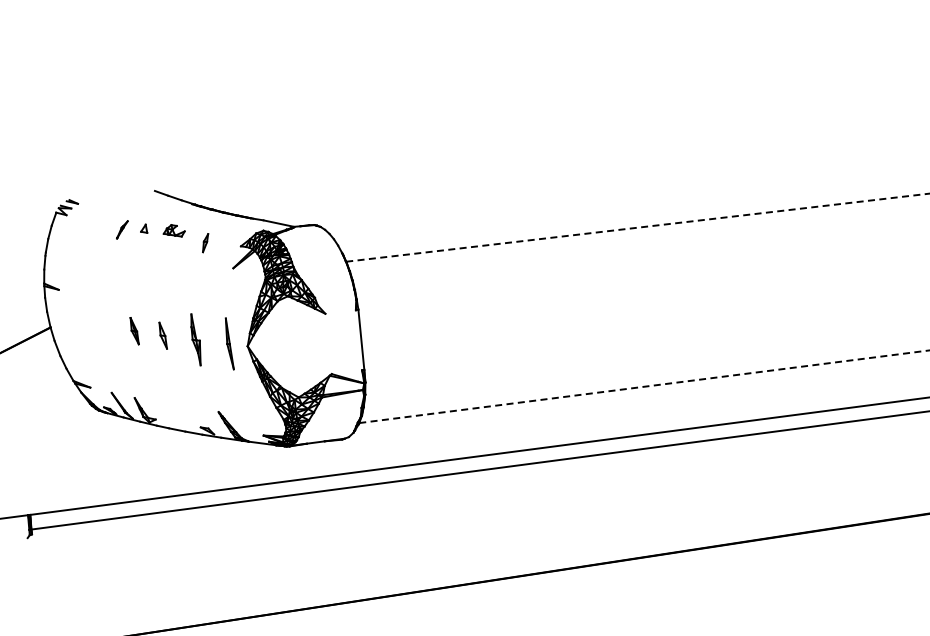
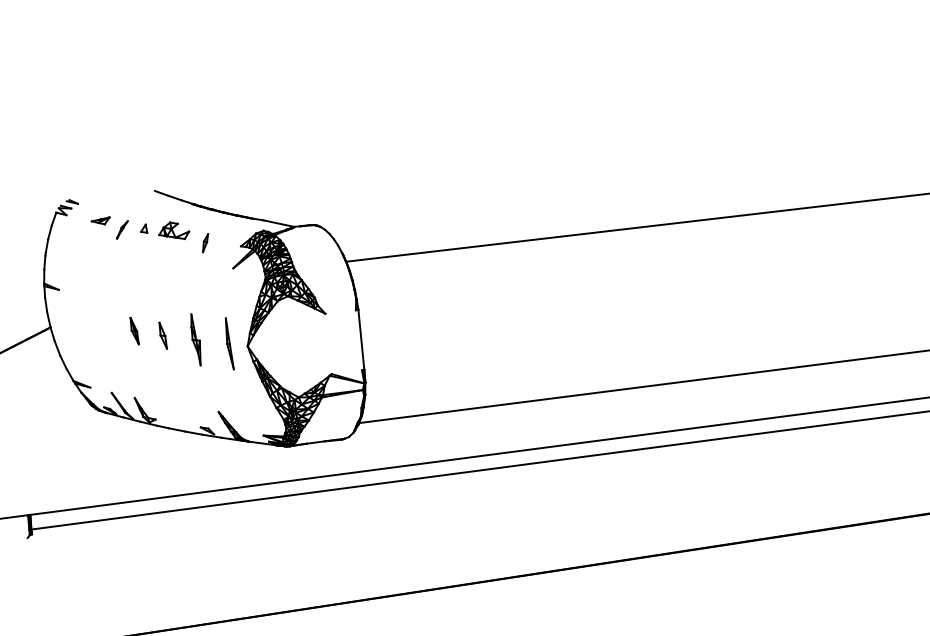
part at (100, 220): none -> present
line at (638, 227): dashed -> solid
part at (173, 230) size: 24x14 px -> 33x20 px
line at (644, 386): dashed -> solid
